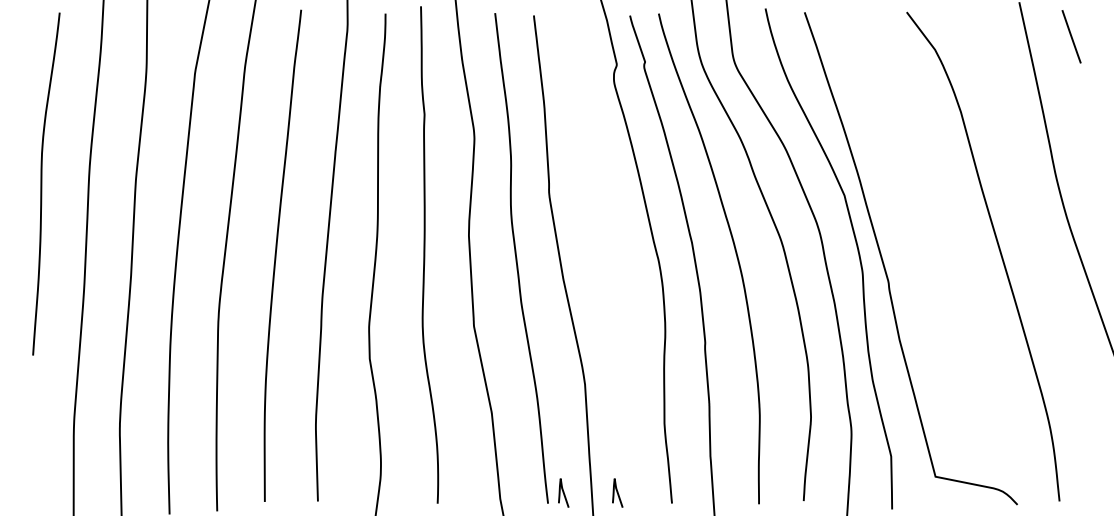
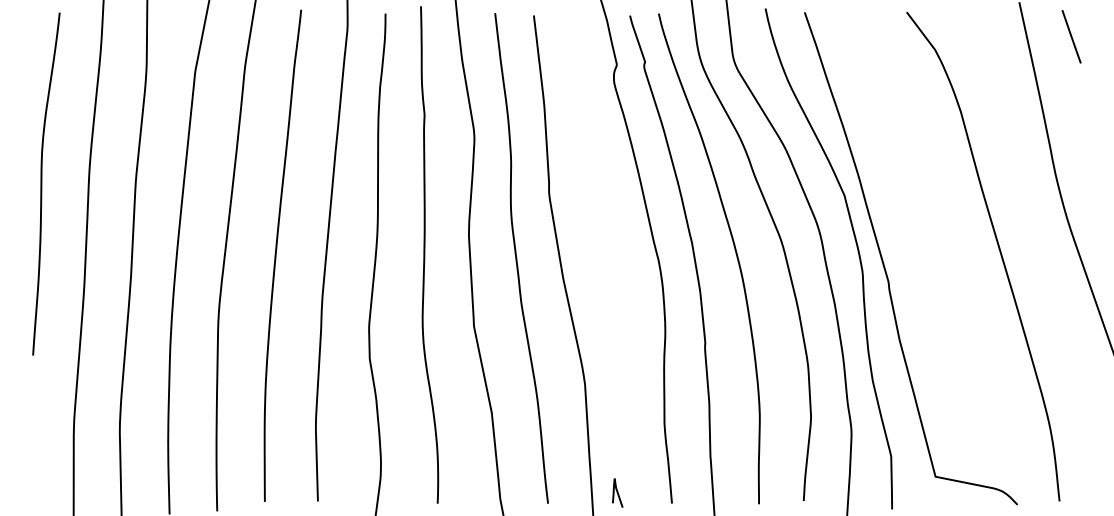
curve at (563, 492): present -> none
